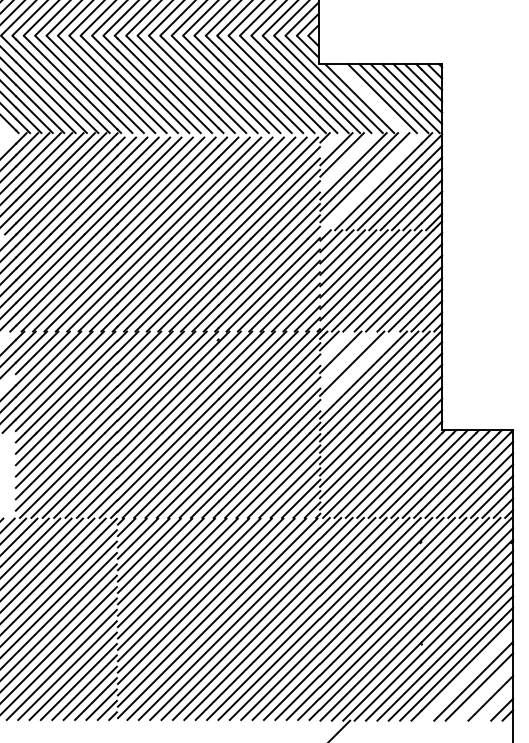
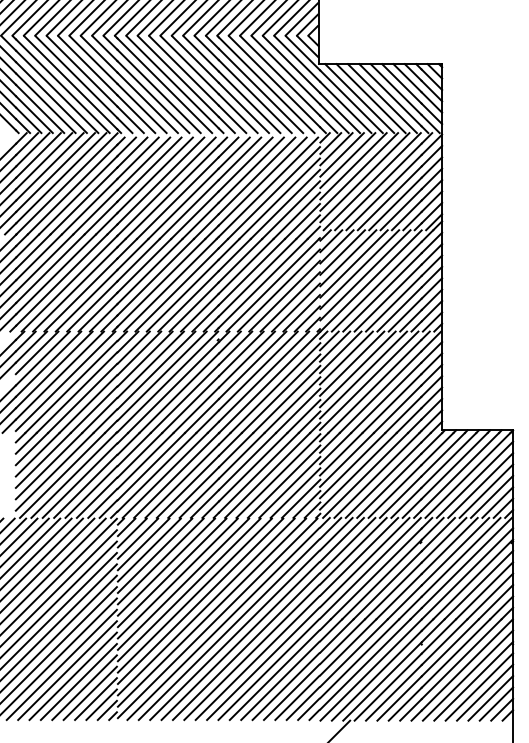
line at (370, 98): none -> present
line at (330, 143): none -> present
line at (347, 160): none -> present
line at (371, 181): none -> present
line at (334, 346): none -> present
line at (345, 357): none -> present
line at (357, 369): none -> present
line at (467, 675): none -> present
line at (485, 692): none -> present
line at (496, 703): none -> present
